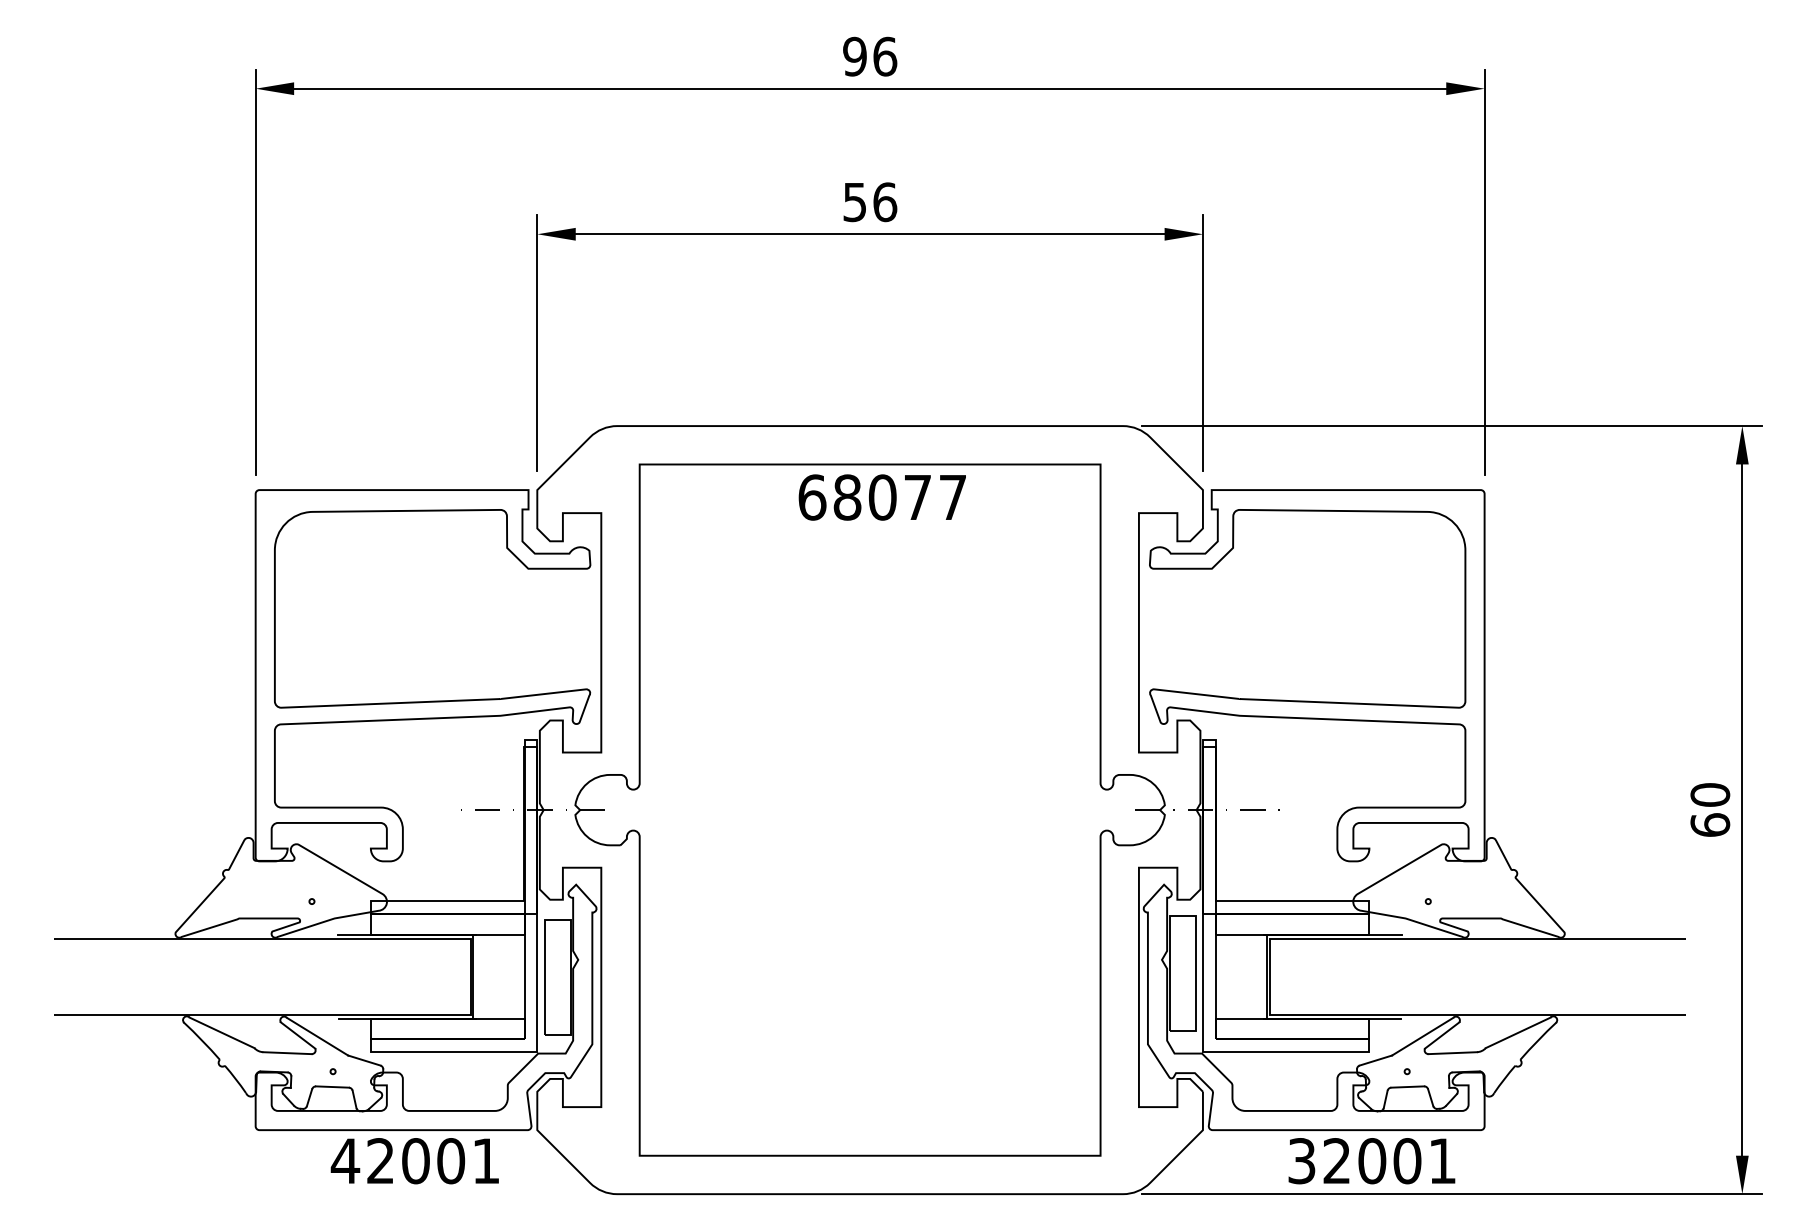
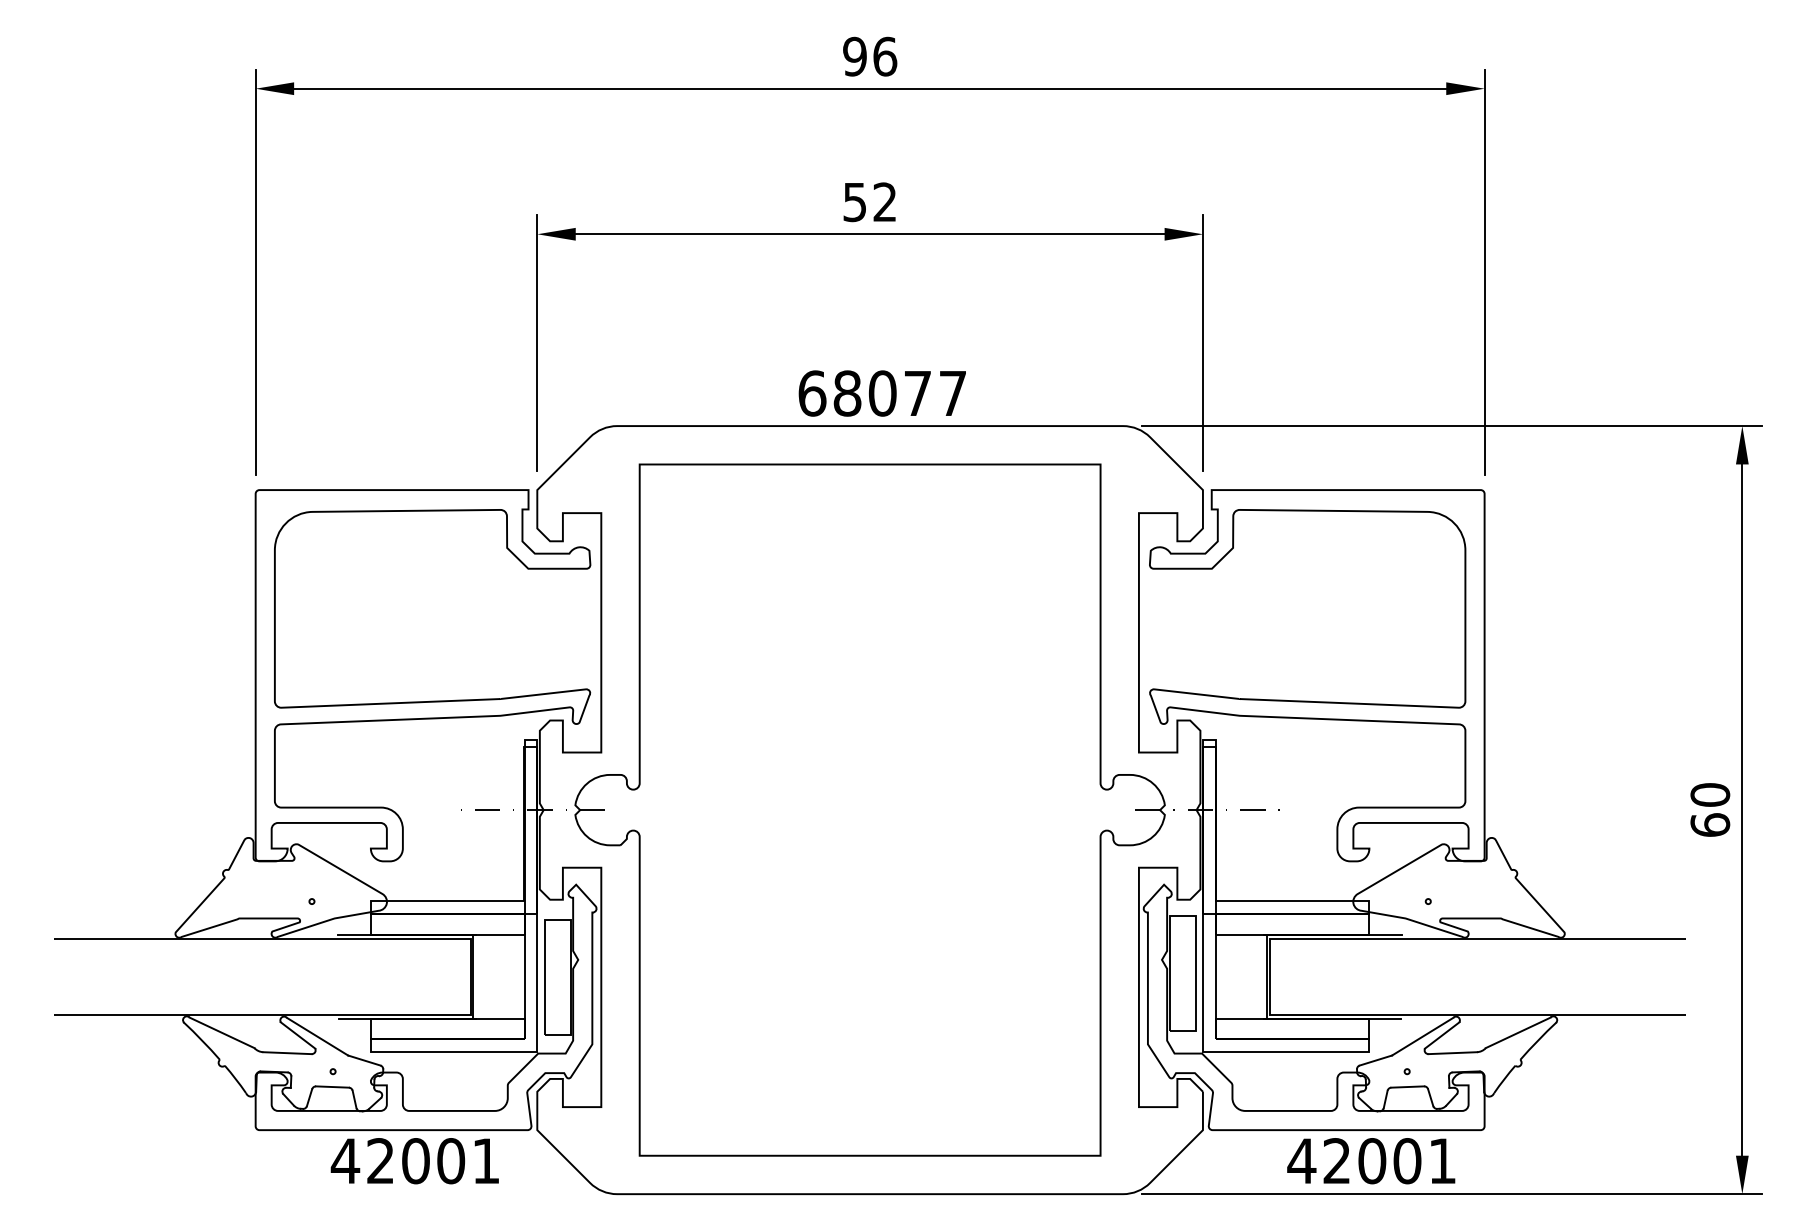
text at (885, 202): 56 -> 52
text at (881, 497) position: (881, 497) -> (881, 393)
text at (1301, 1161): 32001 -> 42001
